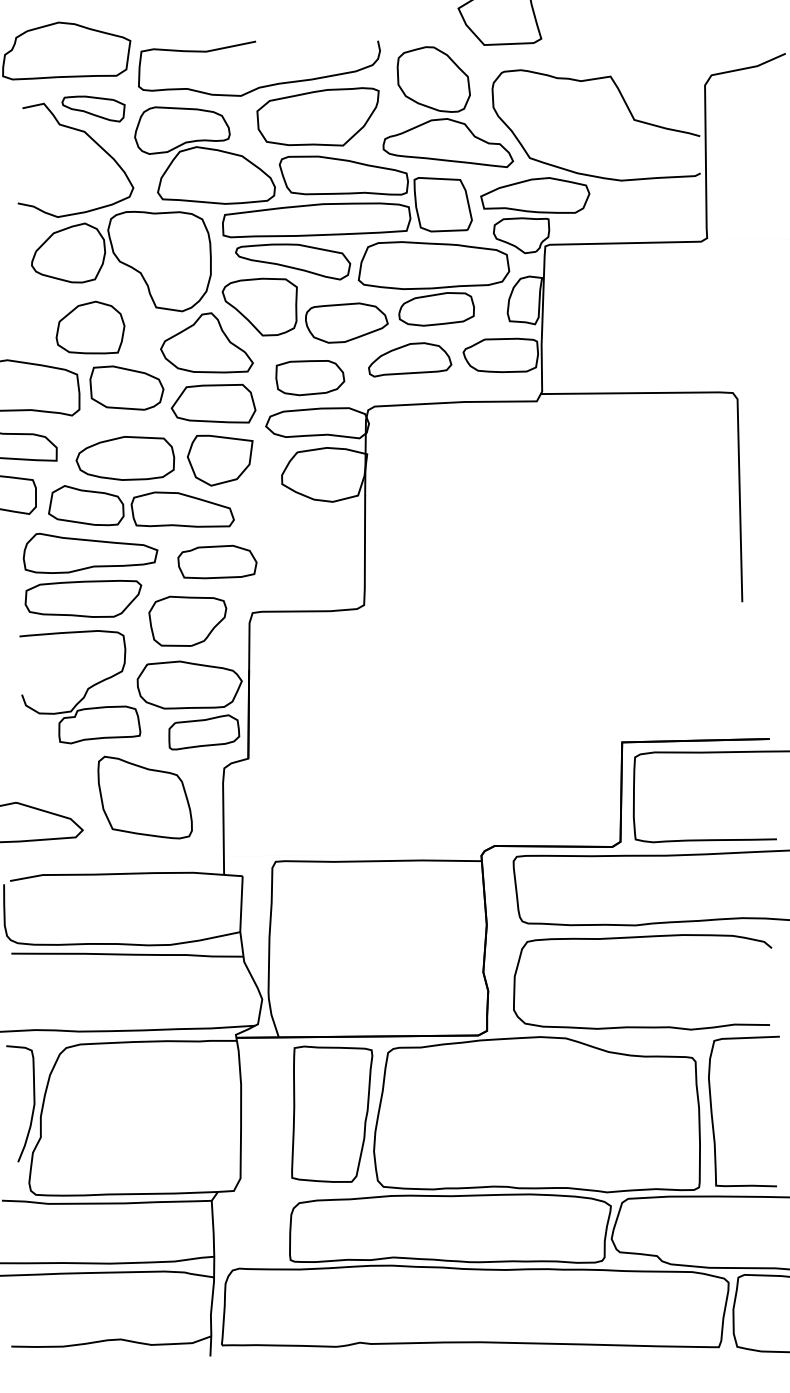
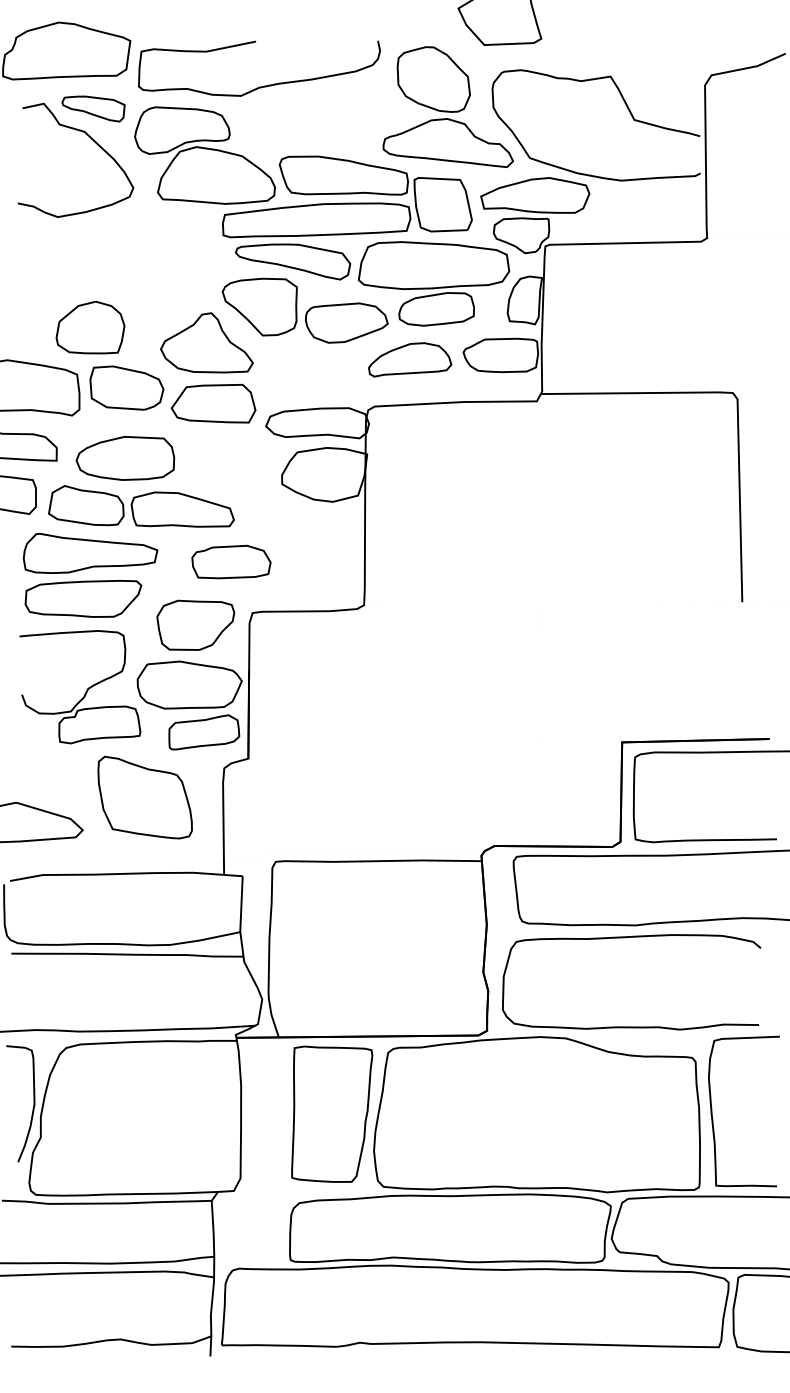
part at (317, 116): present -> none
part at (121, 261): present -> none
part at (310, 378): present -> none
part at (220, 460): present -> none
part at (217, 561) position: (217, 561) -> (231, 561)
part at (187, 620) position: (187, 620) -> (195, 624)
curve at (642, 1026) position: (642, 1026) -> (631, 1026)
